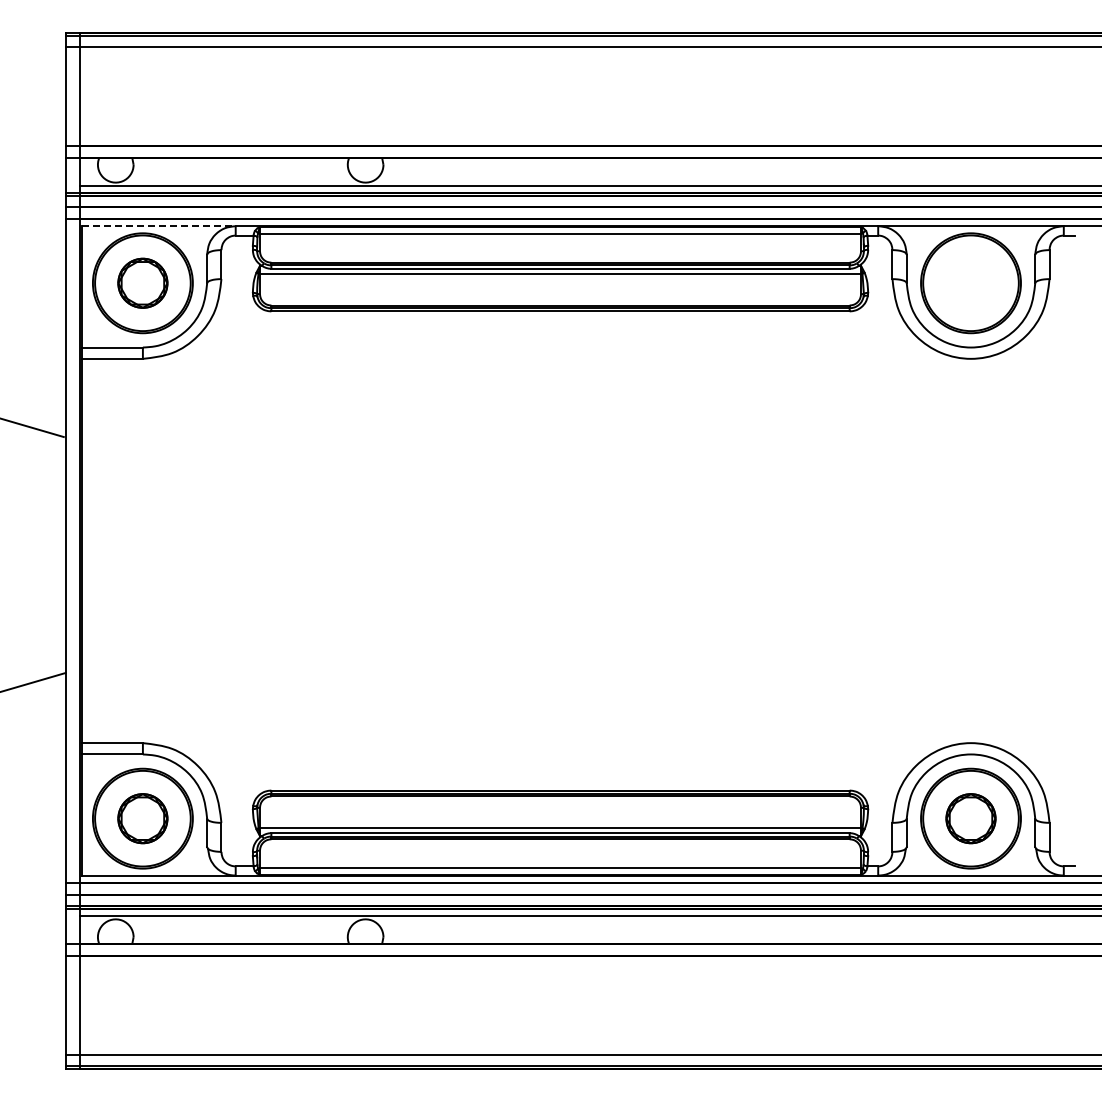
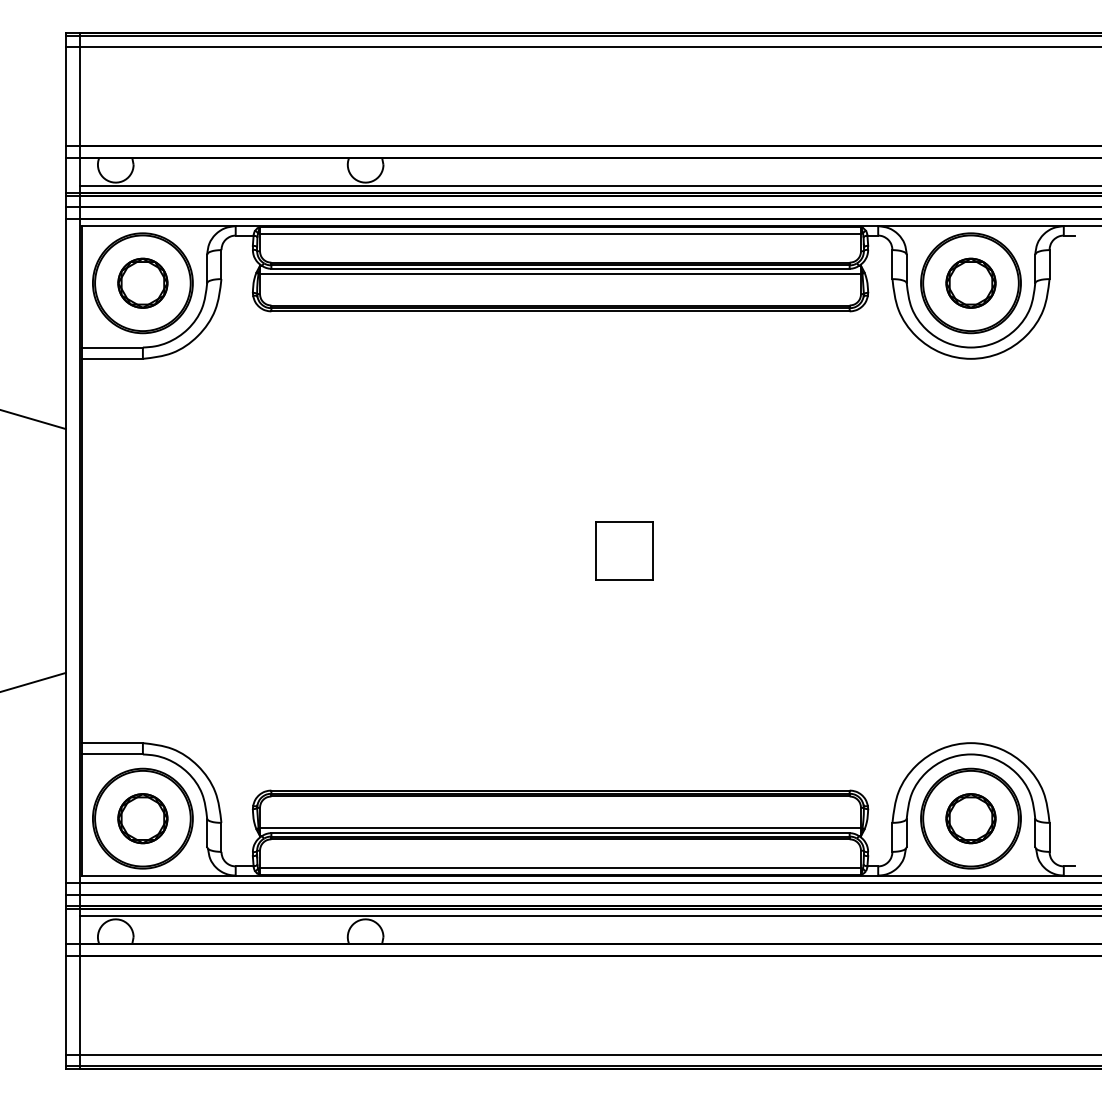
line at (159, 226): dashed -> solid
part at (970, 282): none -> present
line at (32, 428) position: (32, 428) -> (33, 419)
part at (624, 550): none -> present
